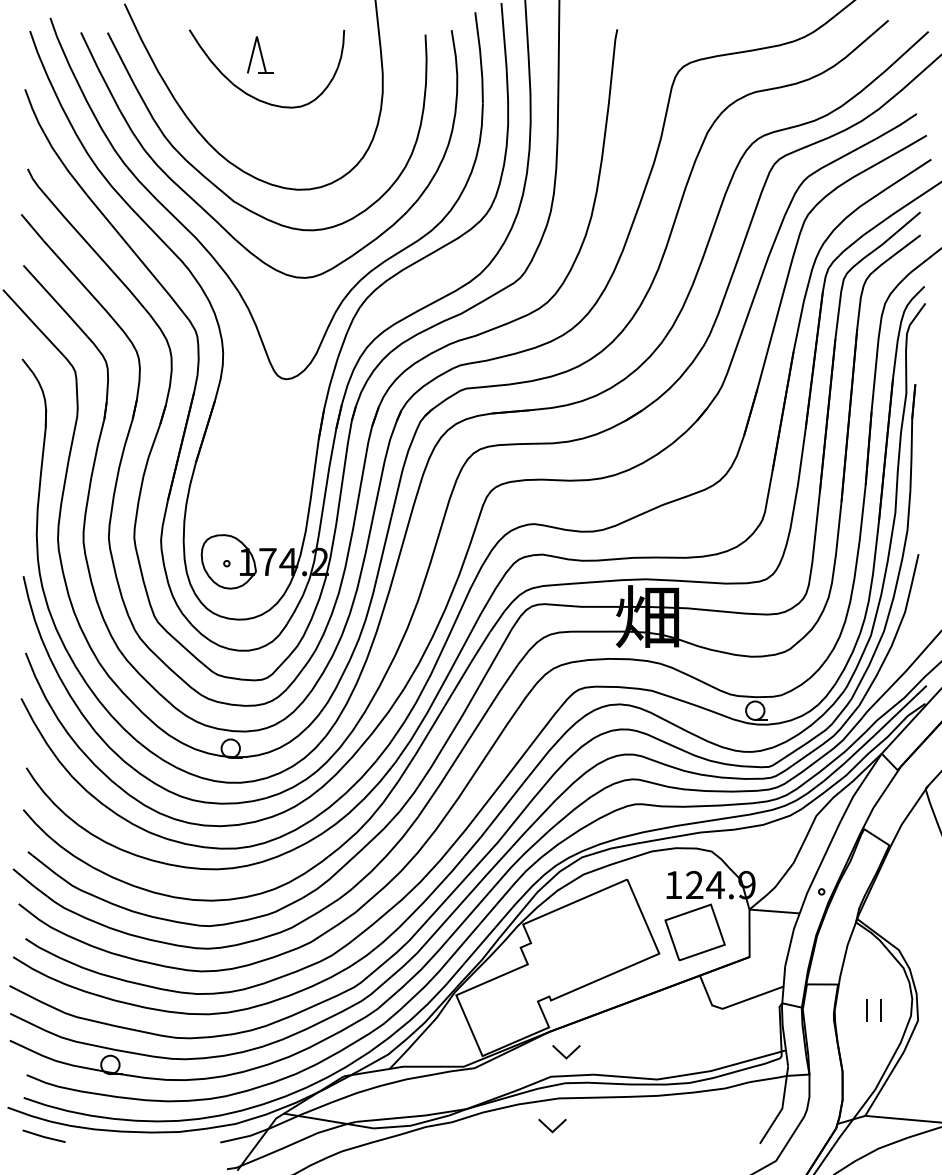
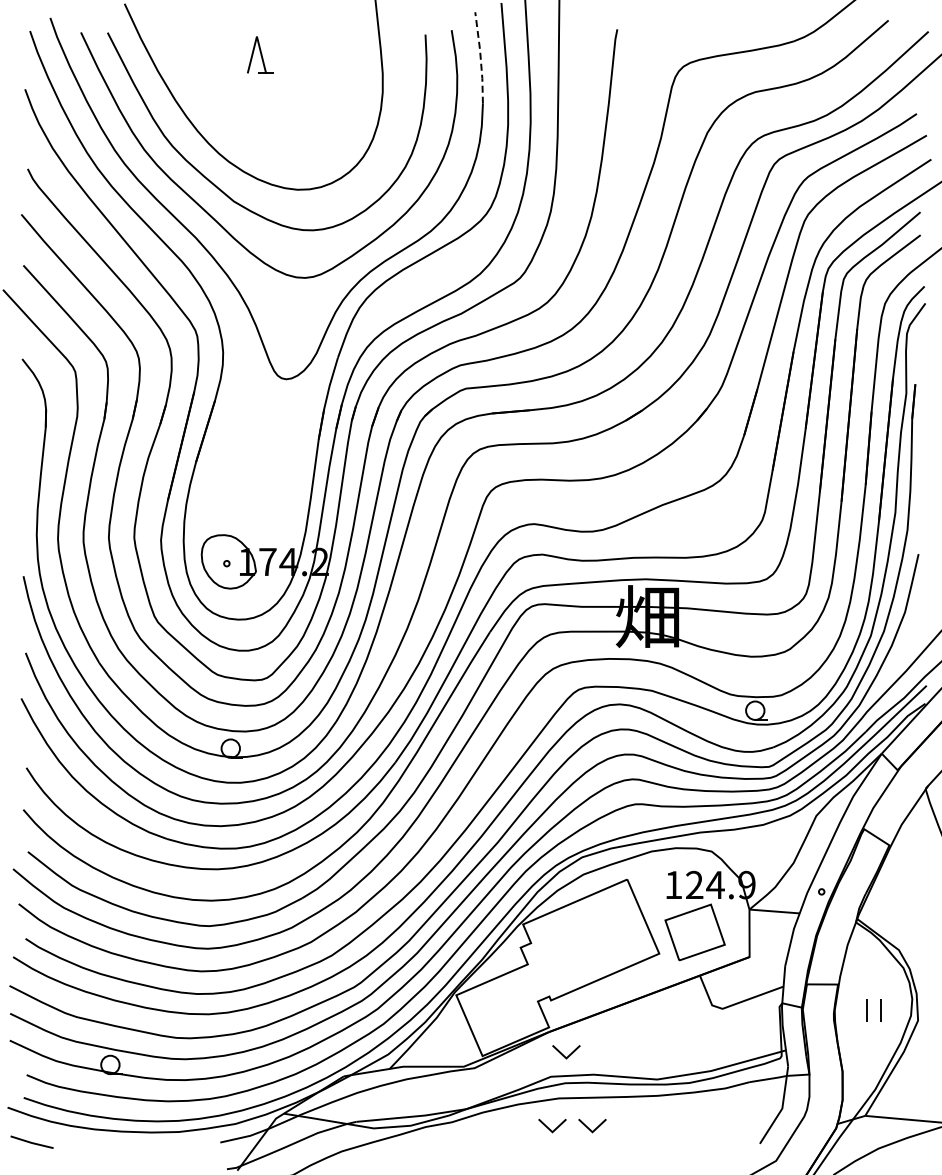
line at (480, 57): solid -> dashed
part at (252, 95): present -> none
part at (592, 1125): none -> present
line at (43, 1135) position: (43, 1135) -> (31, 1141)
